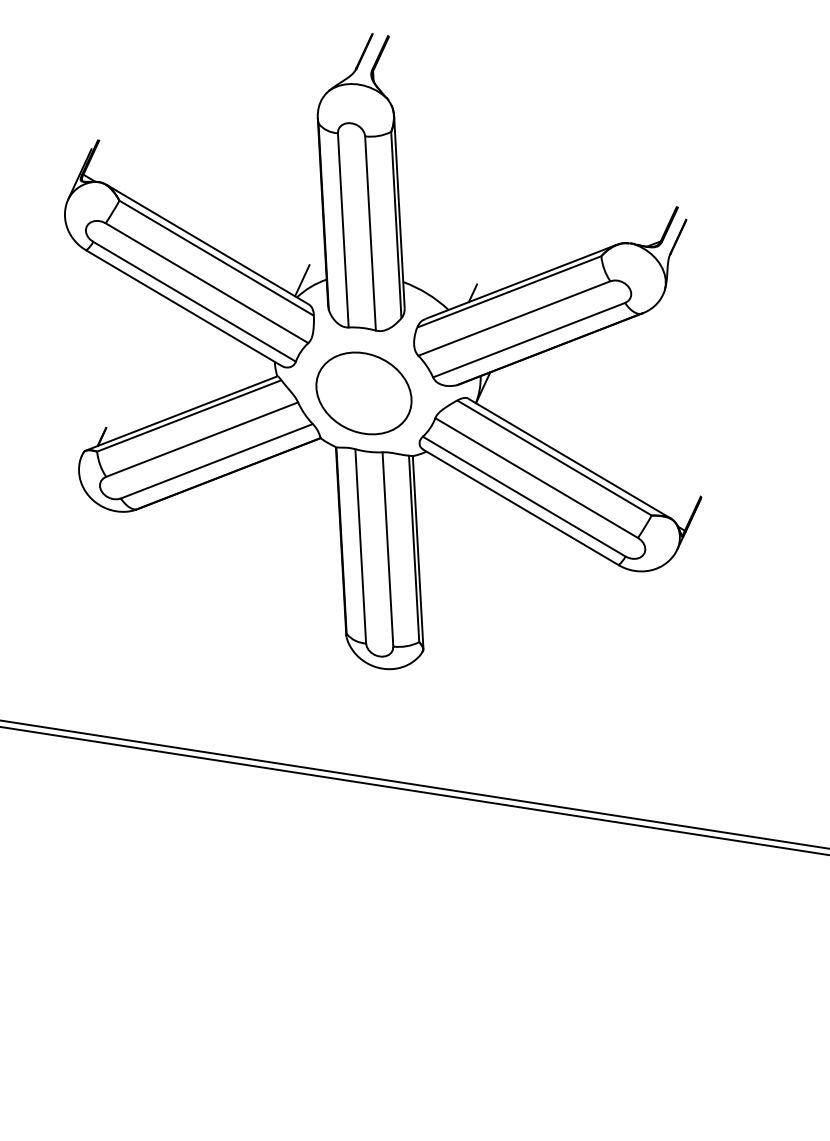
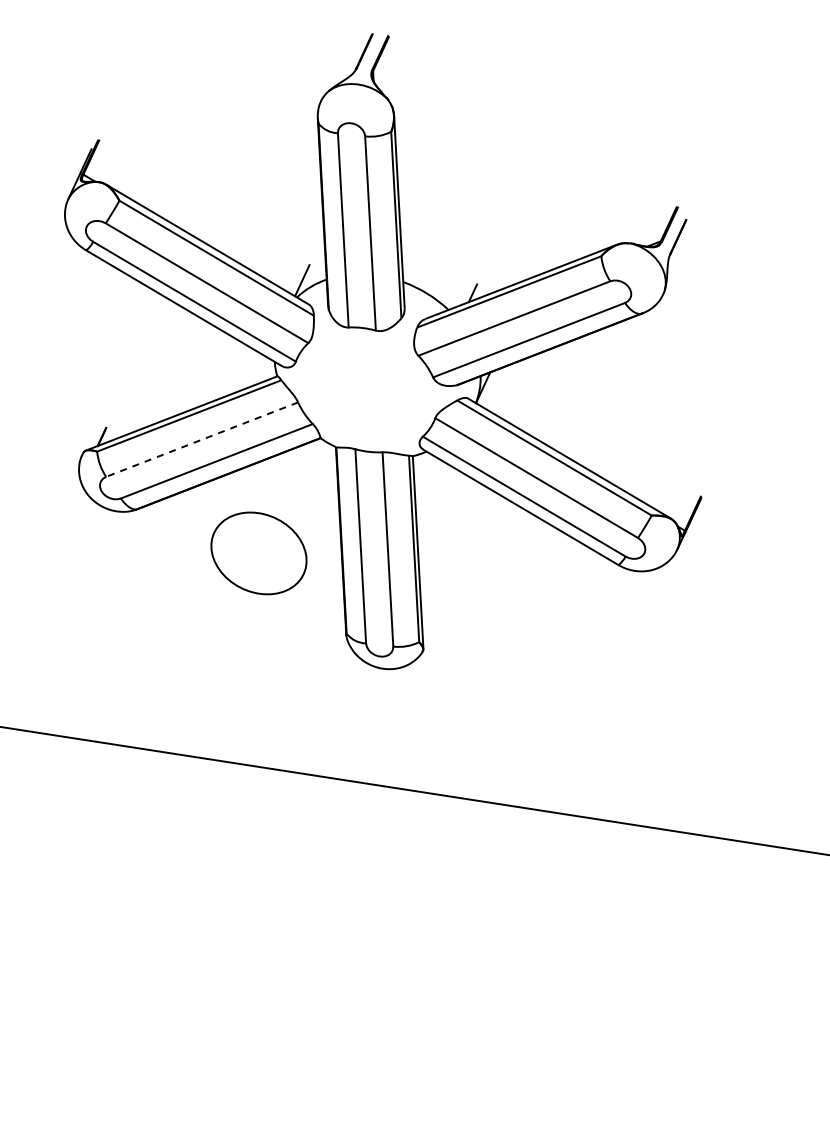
part at (363, 393) position: (363, 393) -> (258, 553)
line at (202, 439): solid -> dashed
line at (414, 784): present -> none
